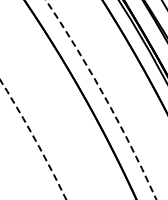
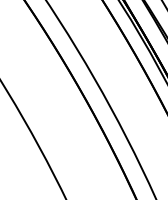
circle at (101, 99): dashed -> solid
circle at (33, 139): dashed -> solid
